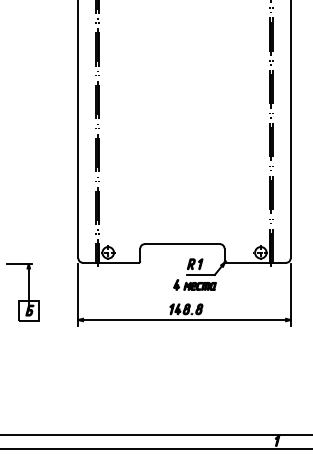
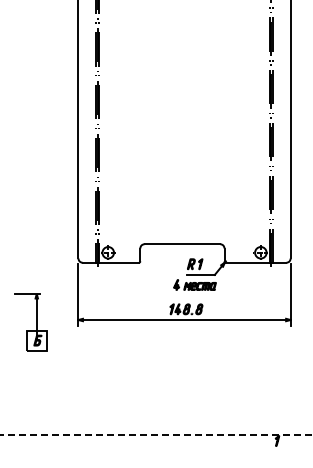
part at (22, 292) position: (22, 292) -> (30, 322)
line at (156, 435): solid -> dashed
line at (155, 449): present -> none
